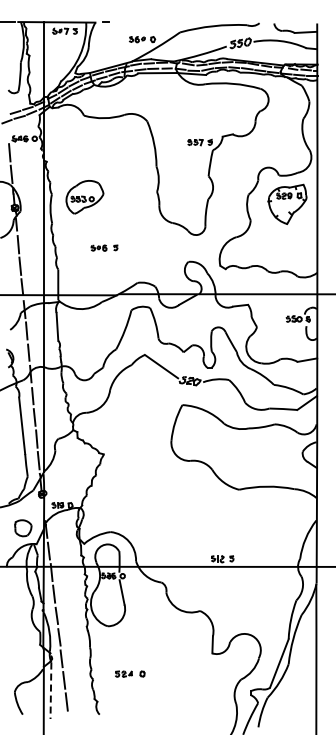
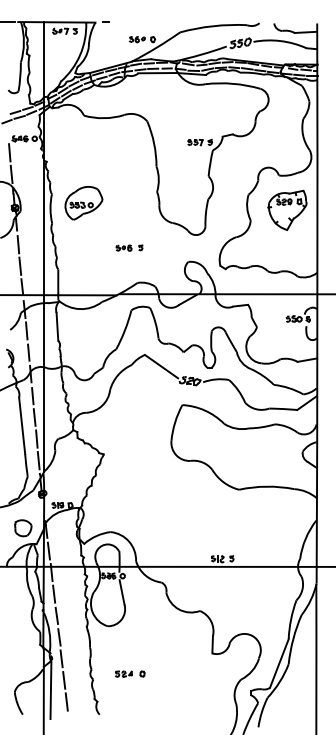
part at (84, 197) position: (84, 197) -> (83, 203)
part at (287, 203) position: (287, 203) -> (287, 209)
part at (104, 247) position: (104, 247) -> (129, 247)
line at (50, 691): dashed -> solid
